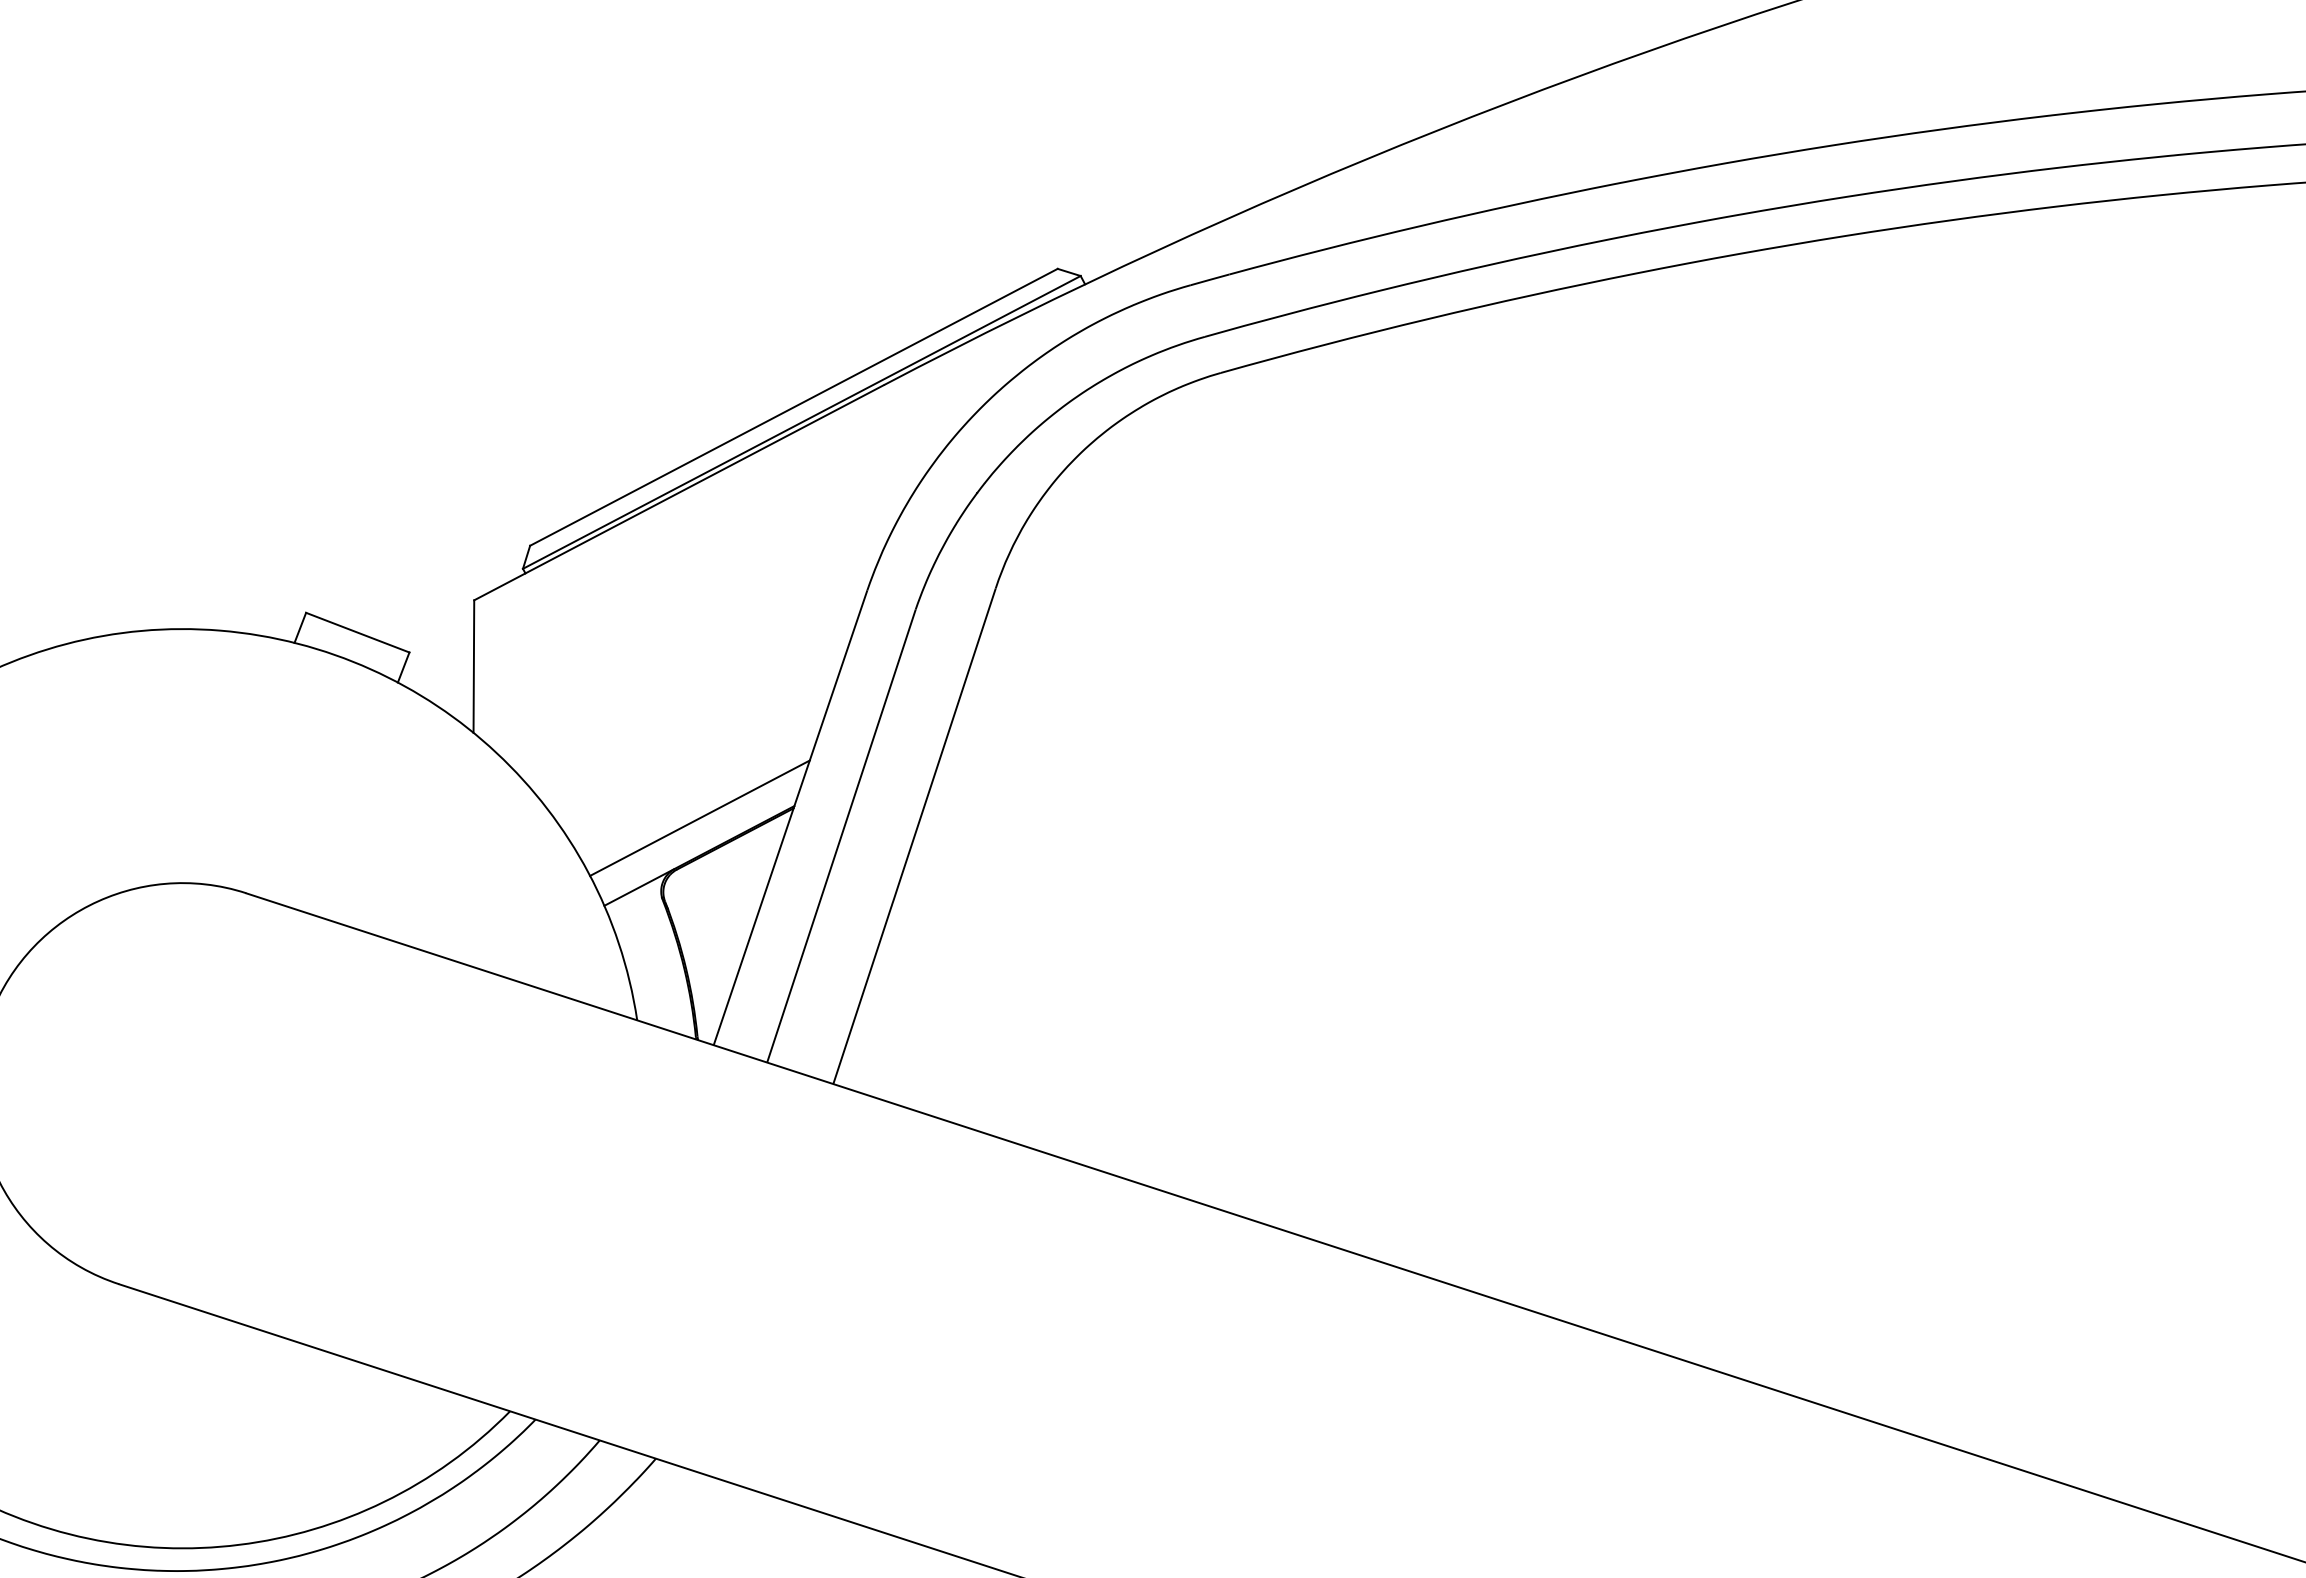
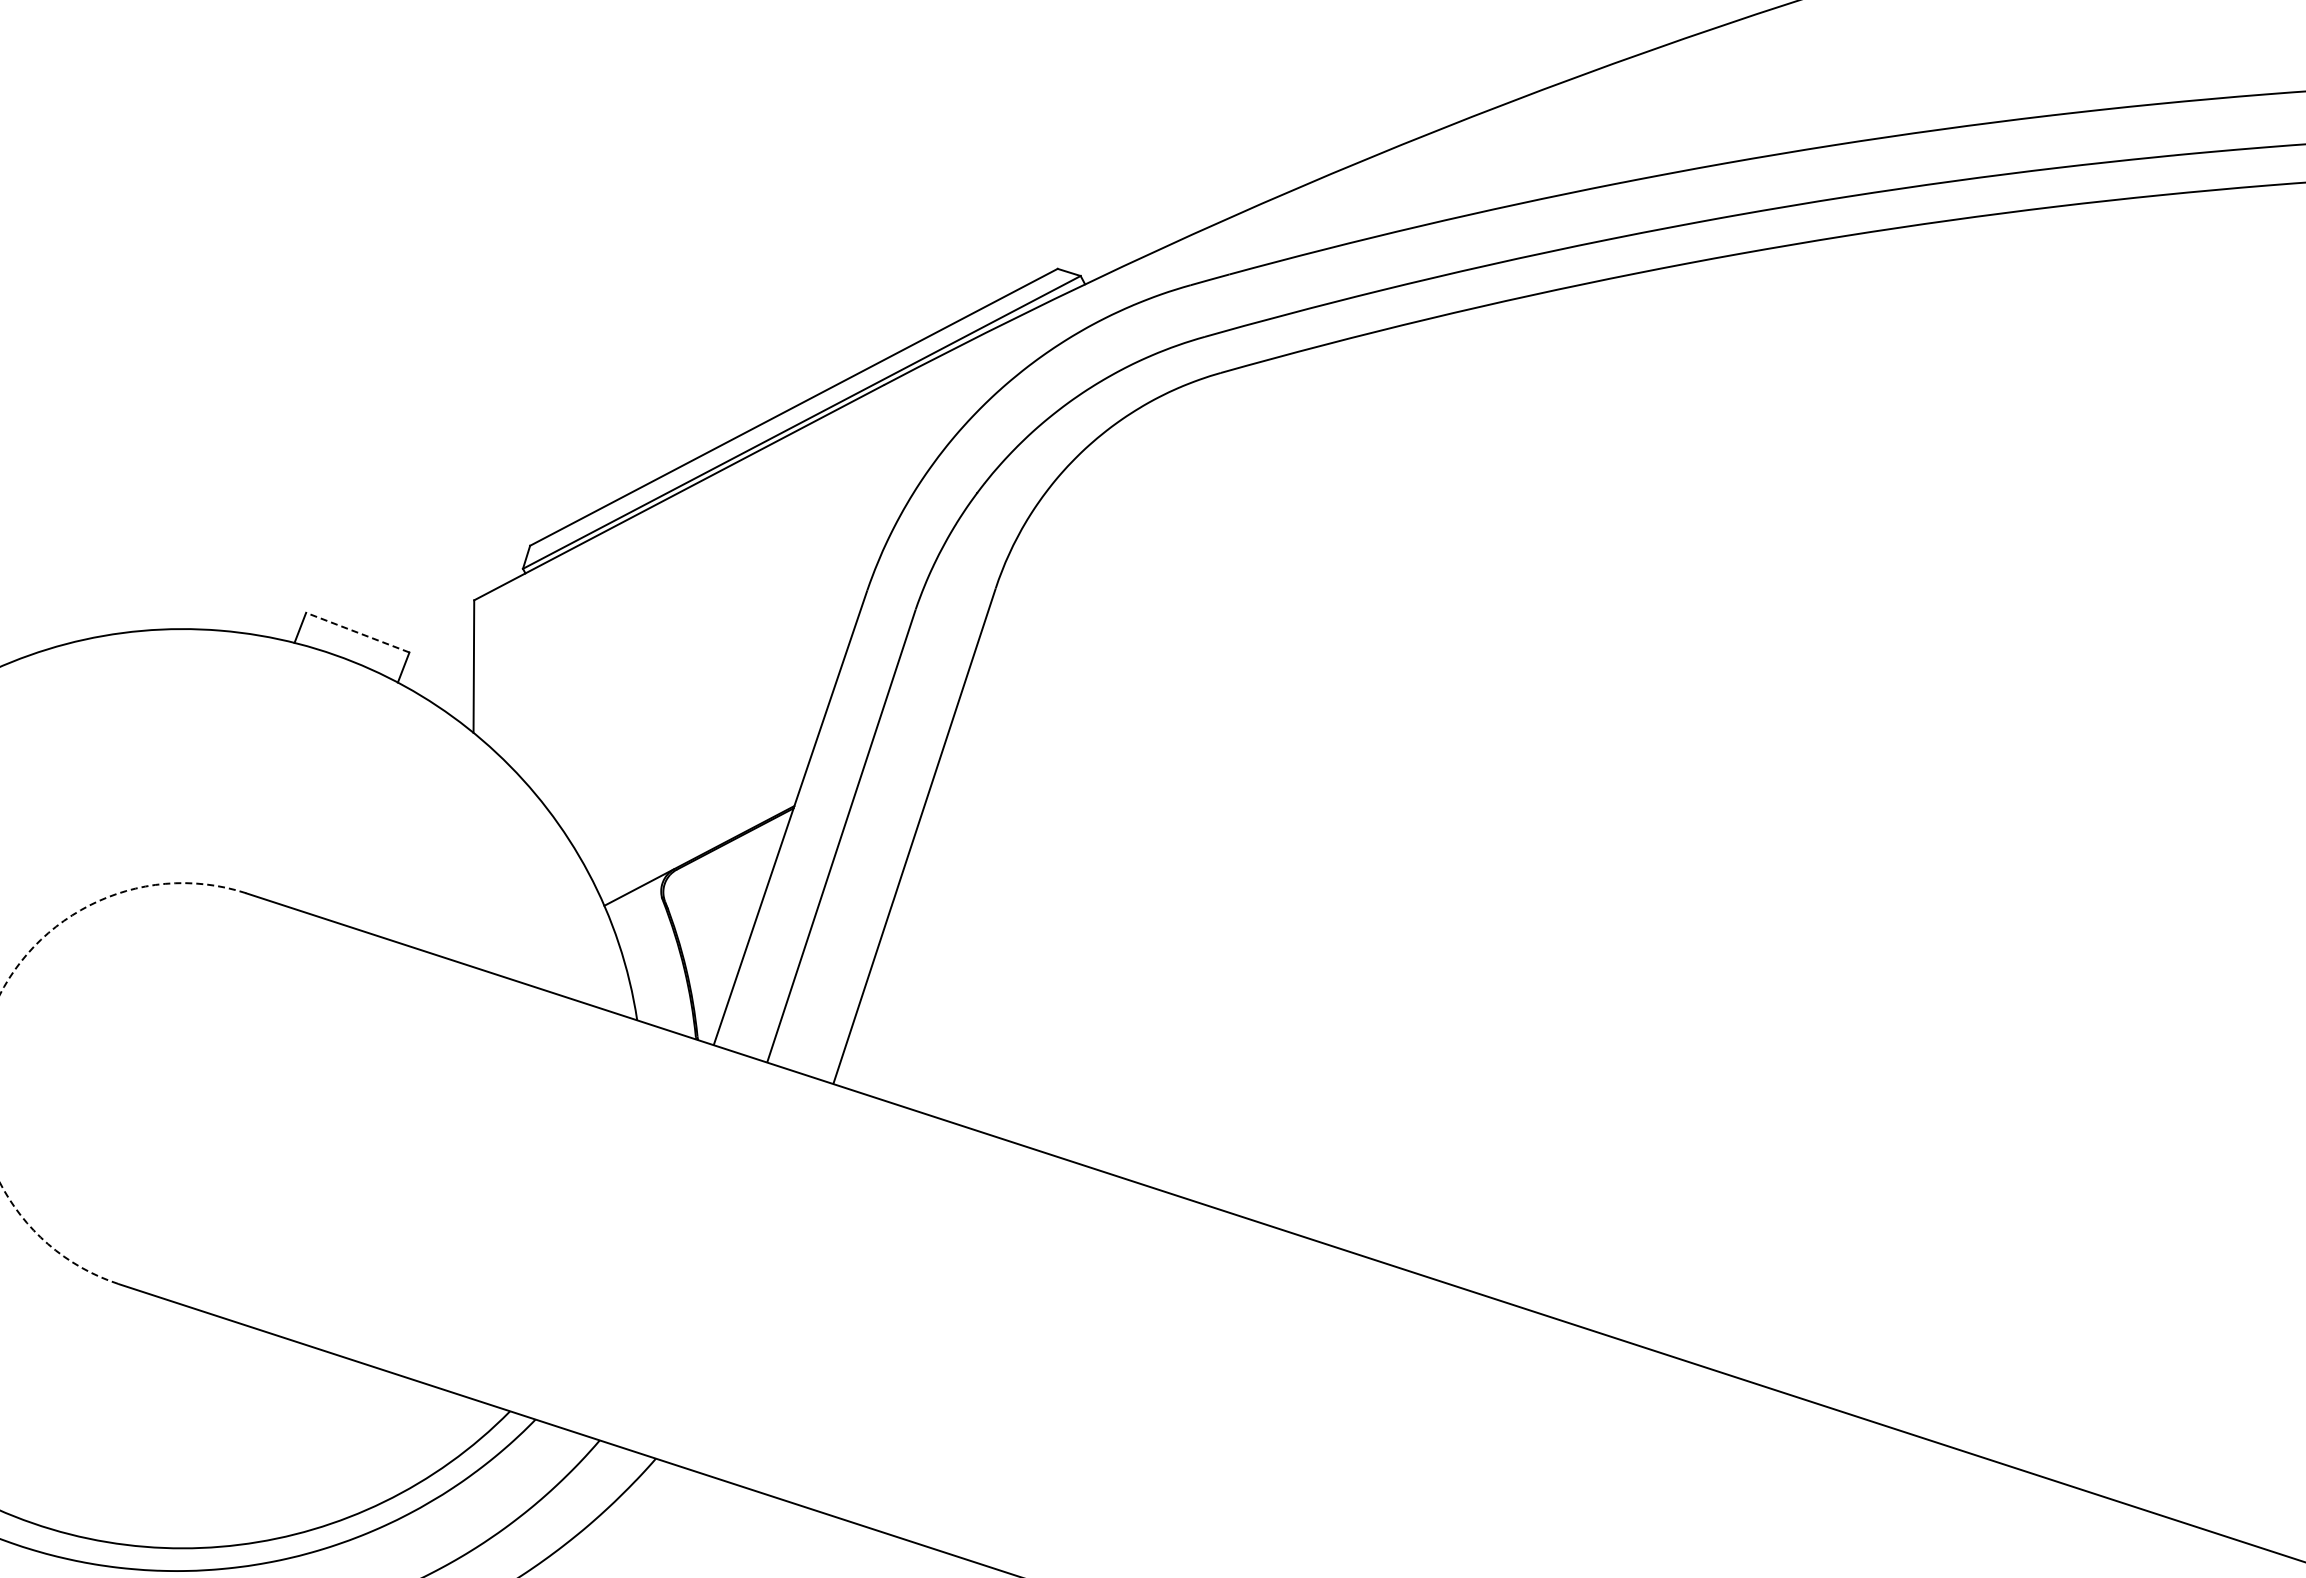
line at (357, 632): solid -> dashed
line at (699, 817): present -> none
arc at (35, 945): solid -> dashed
